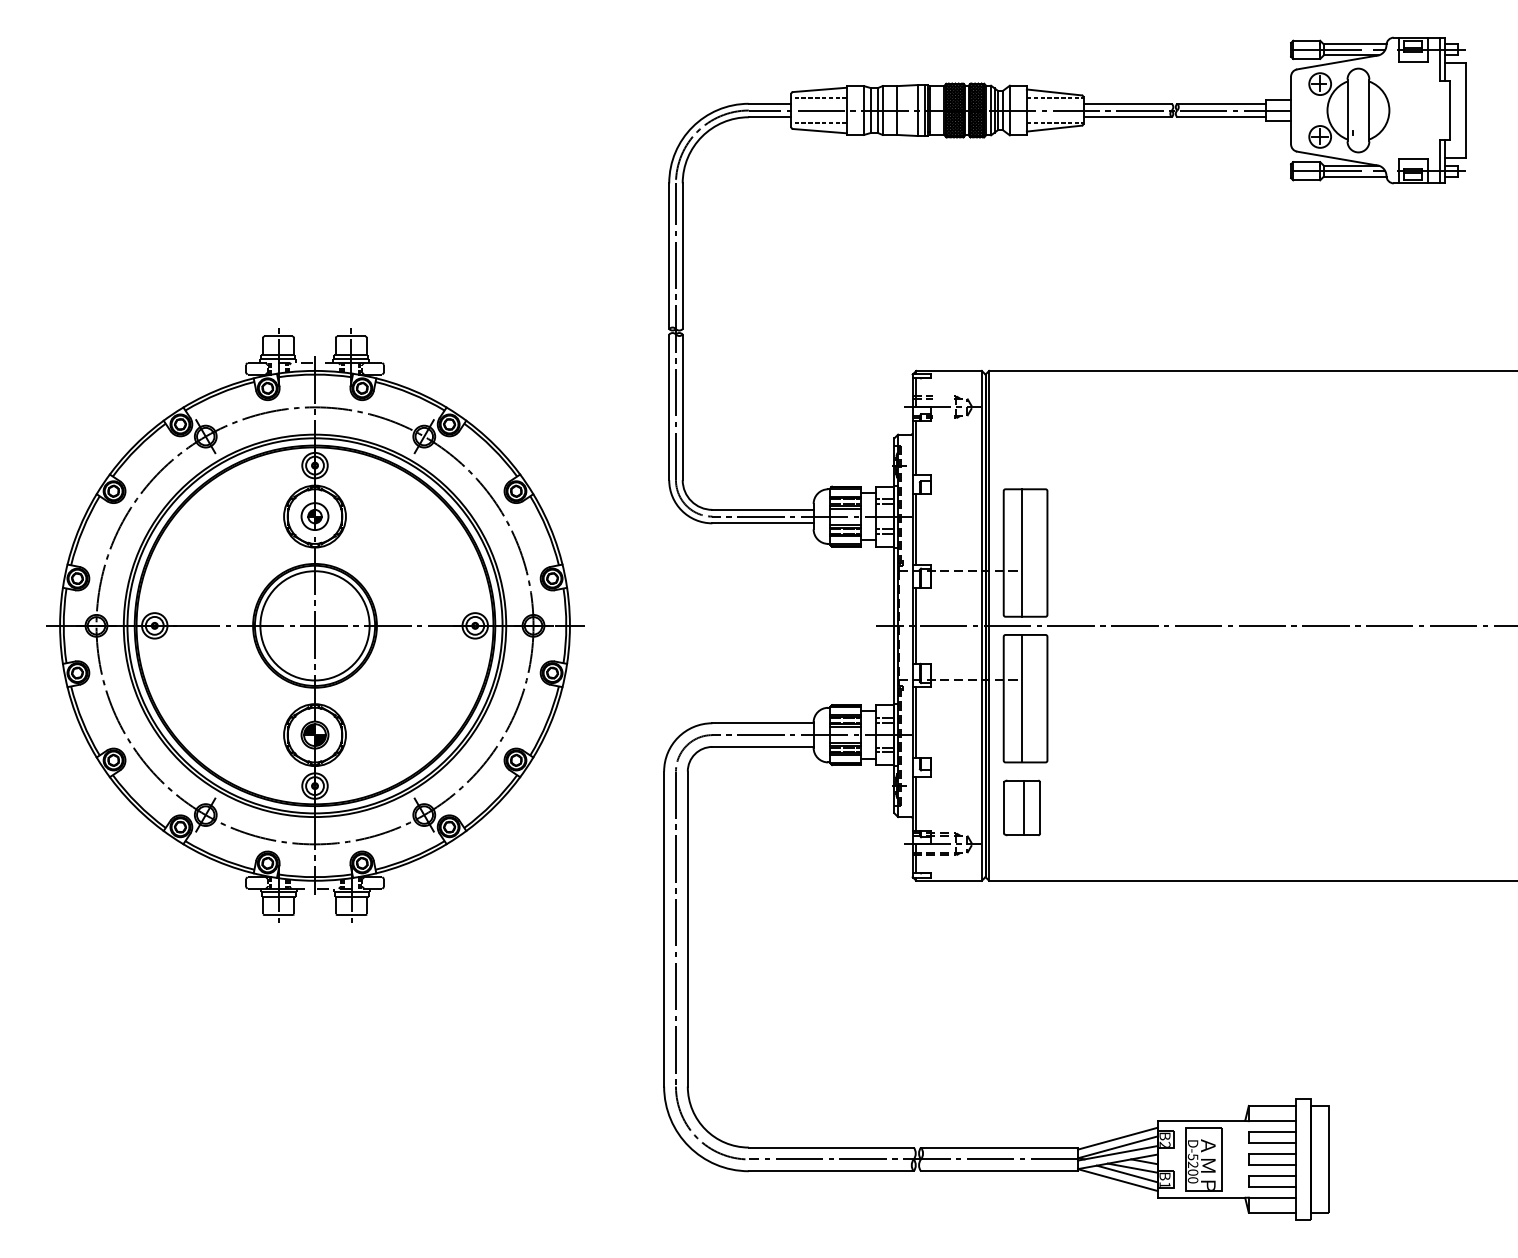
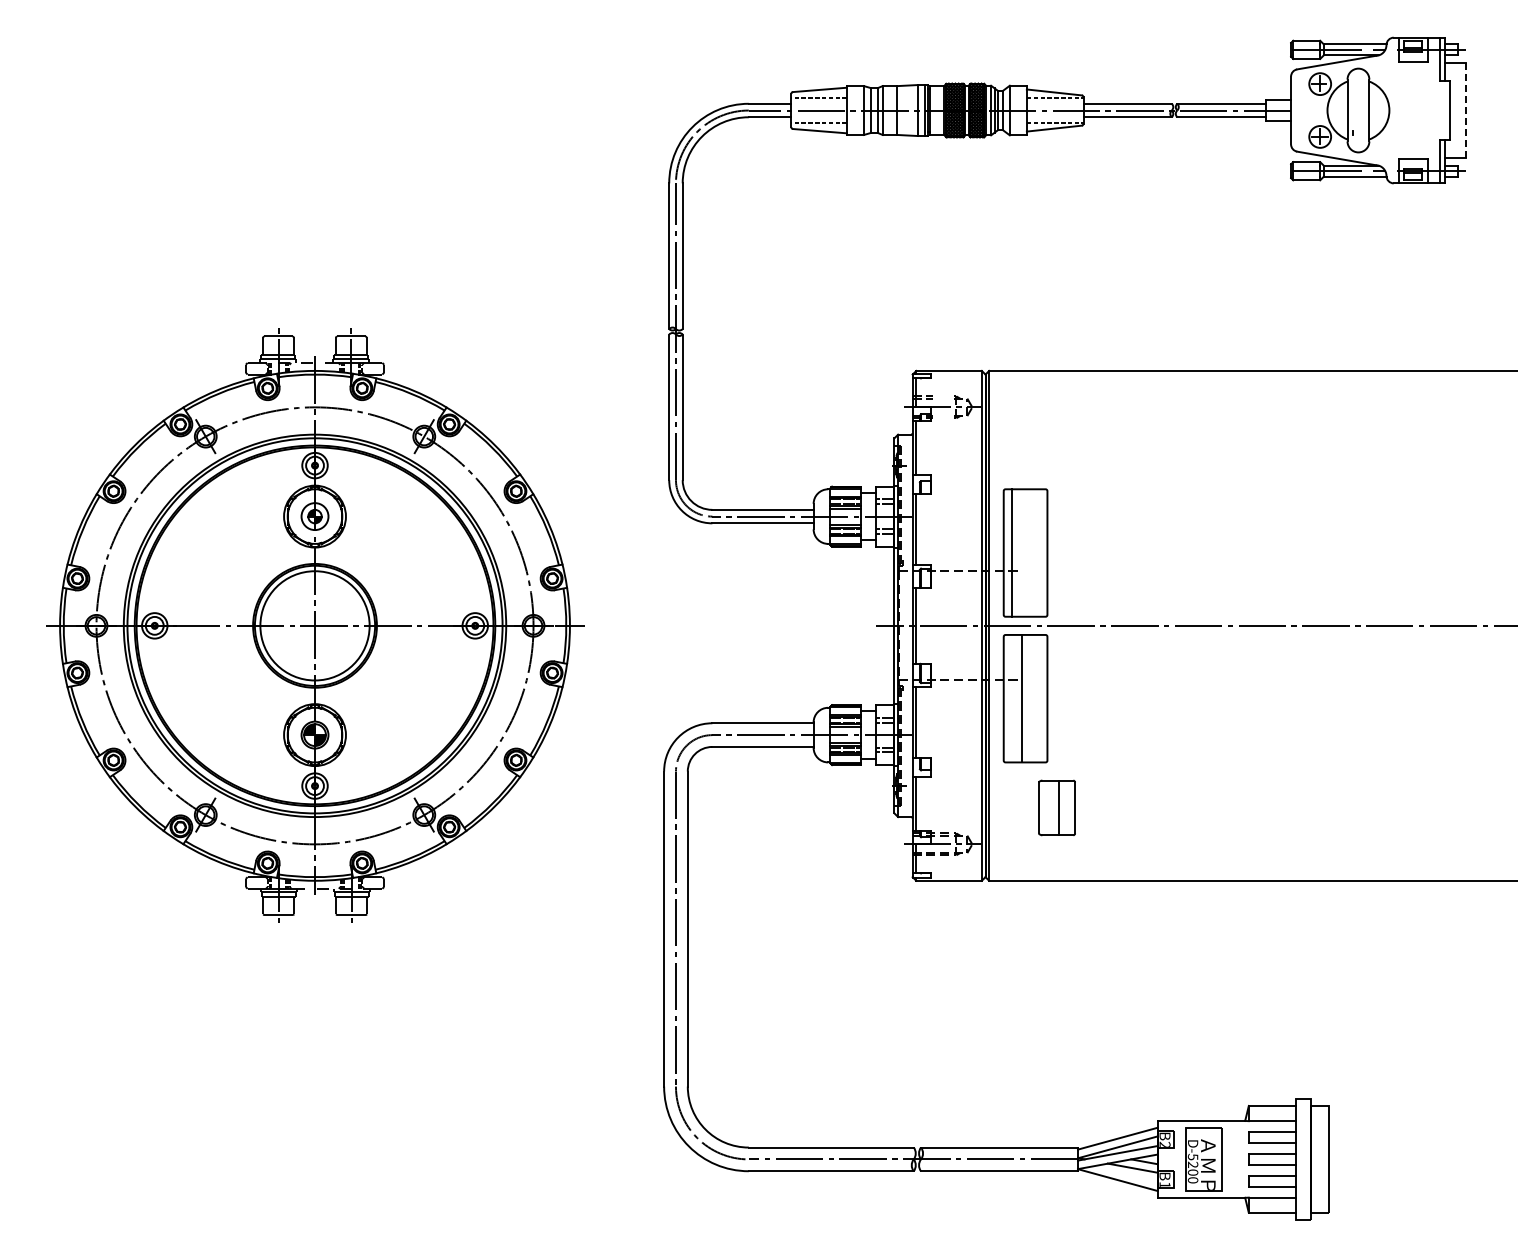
line at (1465, 111): solid -> dashed
line at (1021, 552) position: (1021, 552) -> (1011, 552)
part at (1021, 807) position: (1021, 807) -> (1056, 807)
line at (1126, 1173): present -> none
